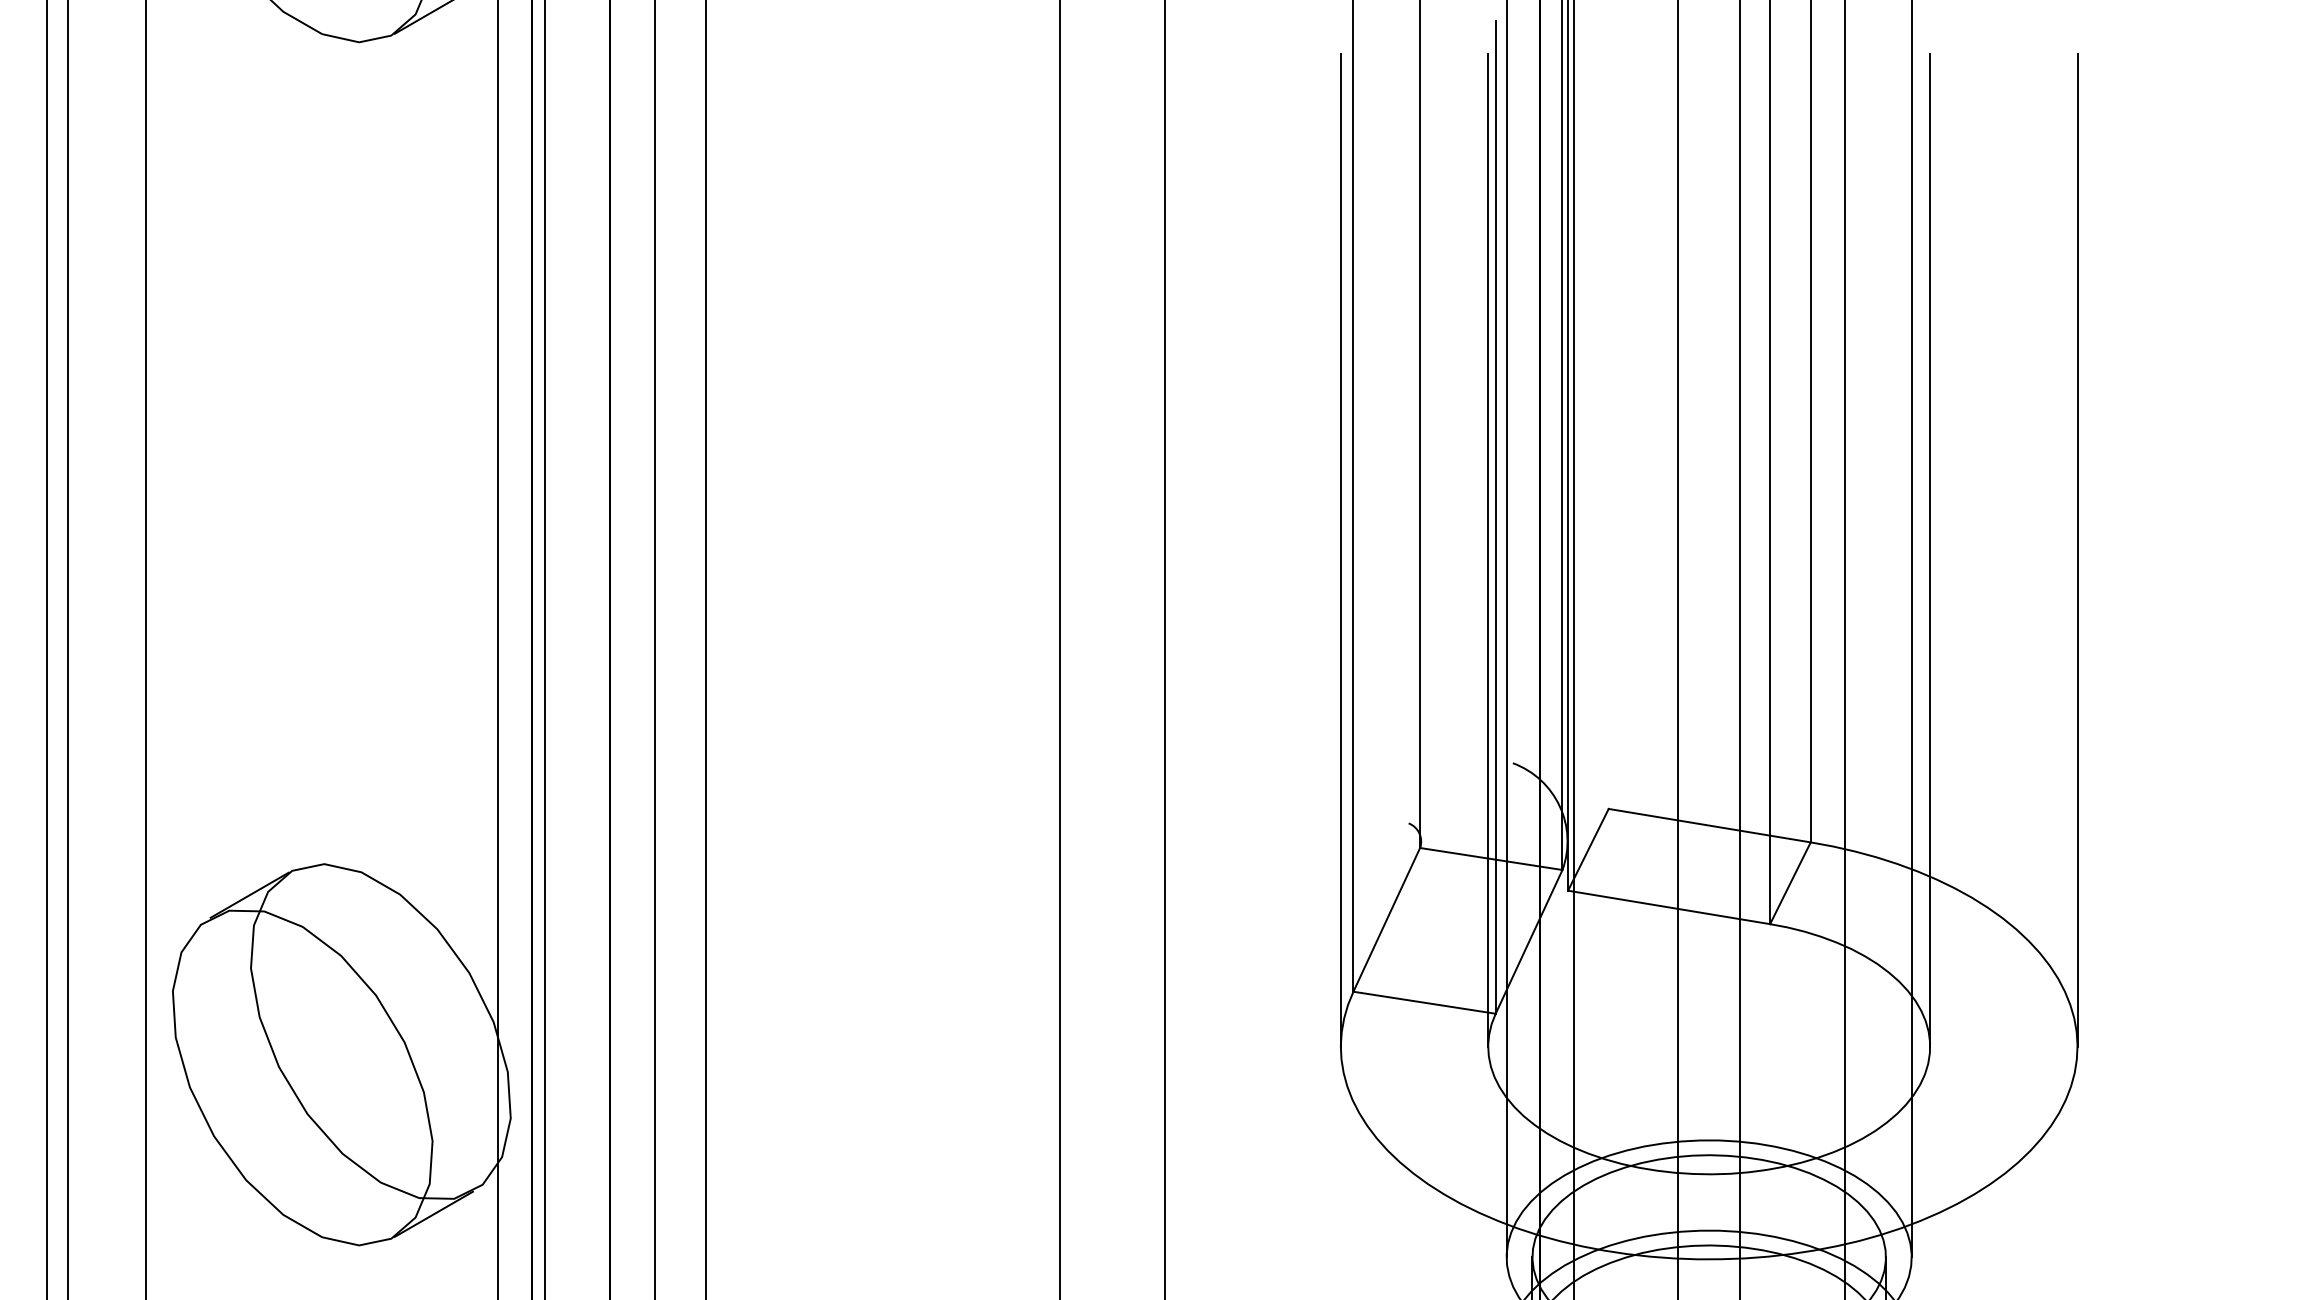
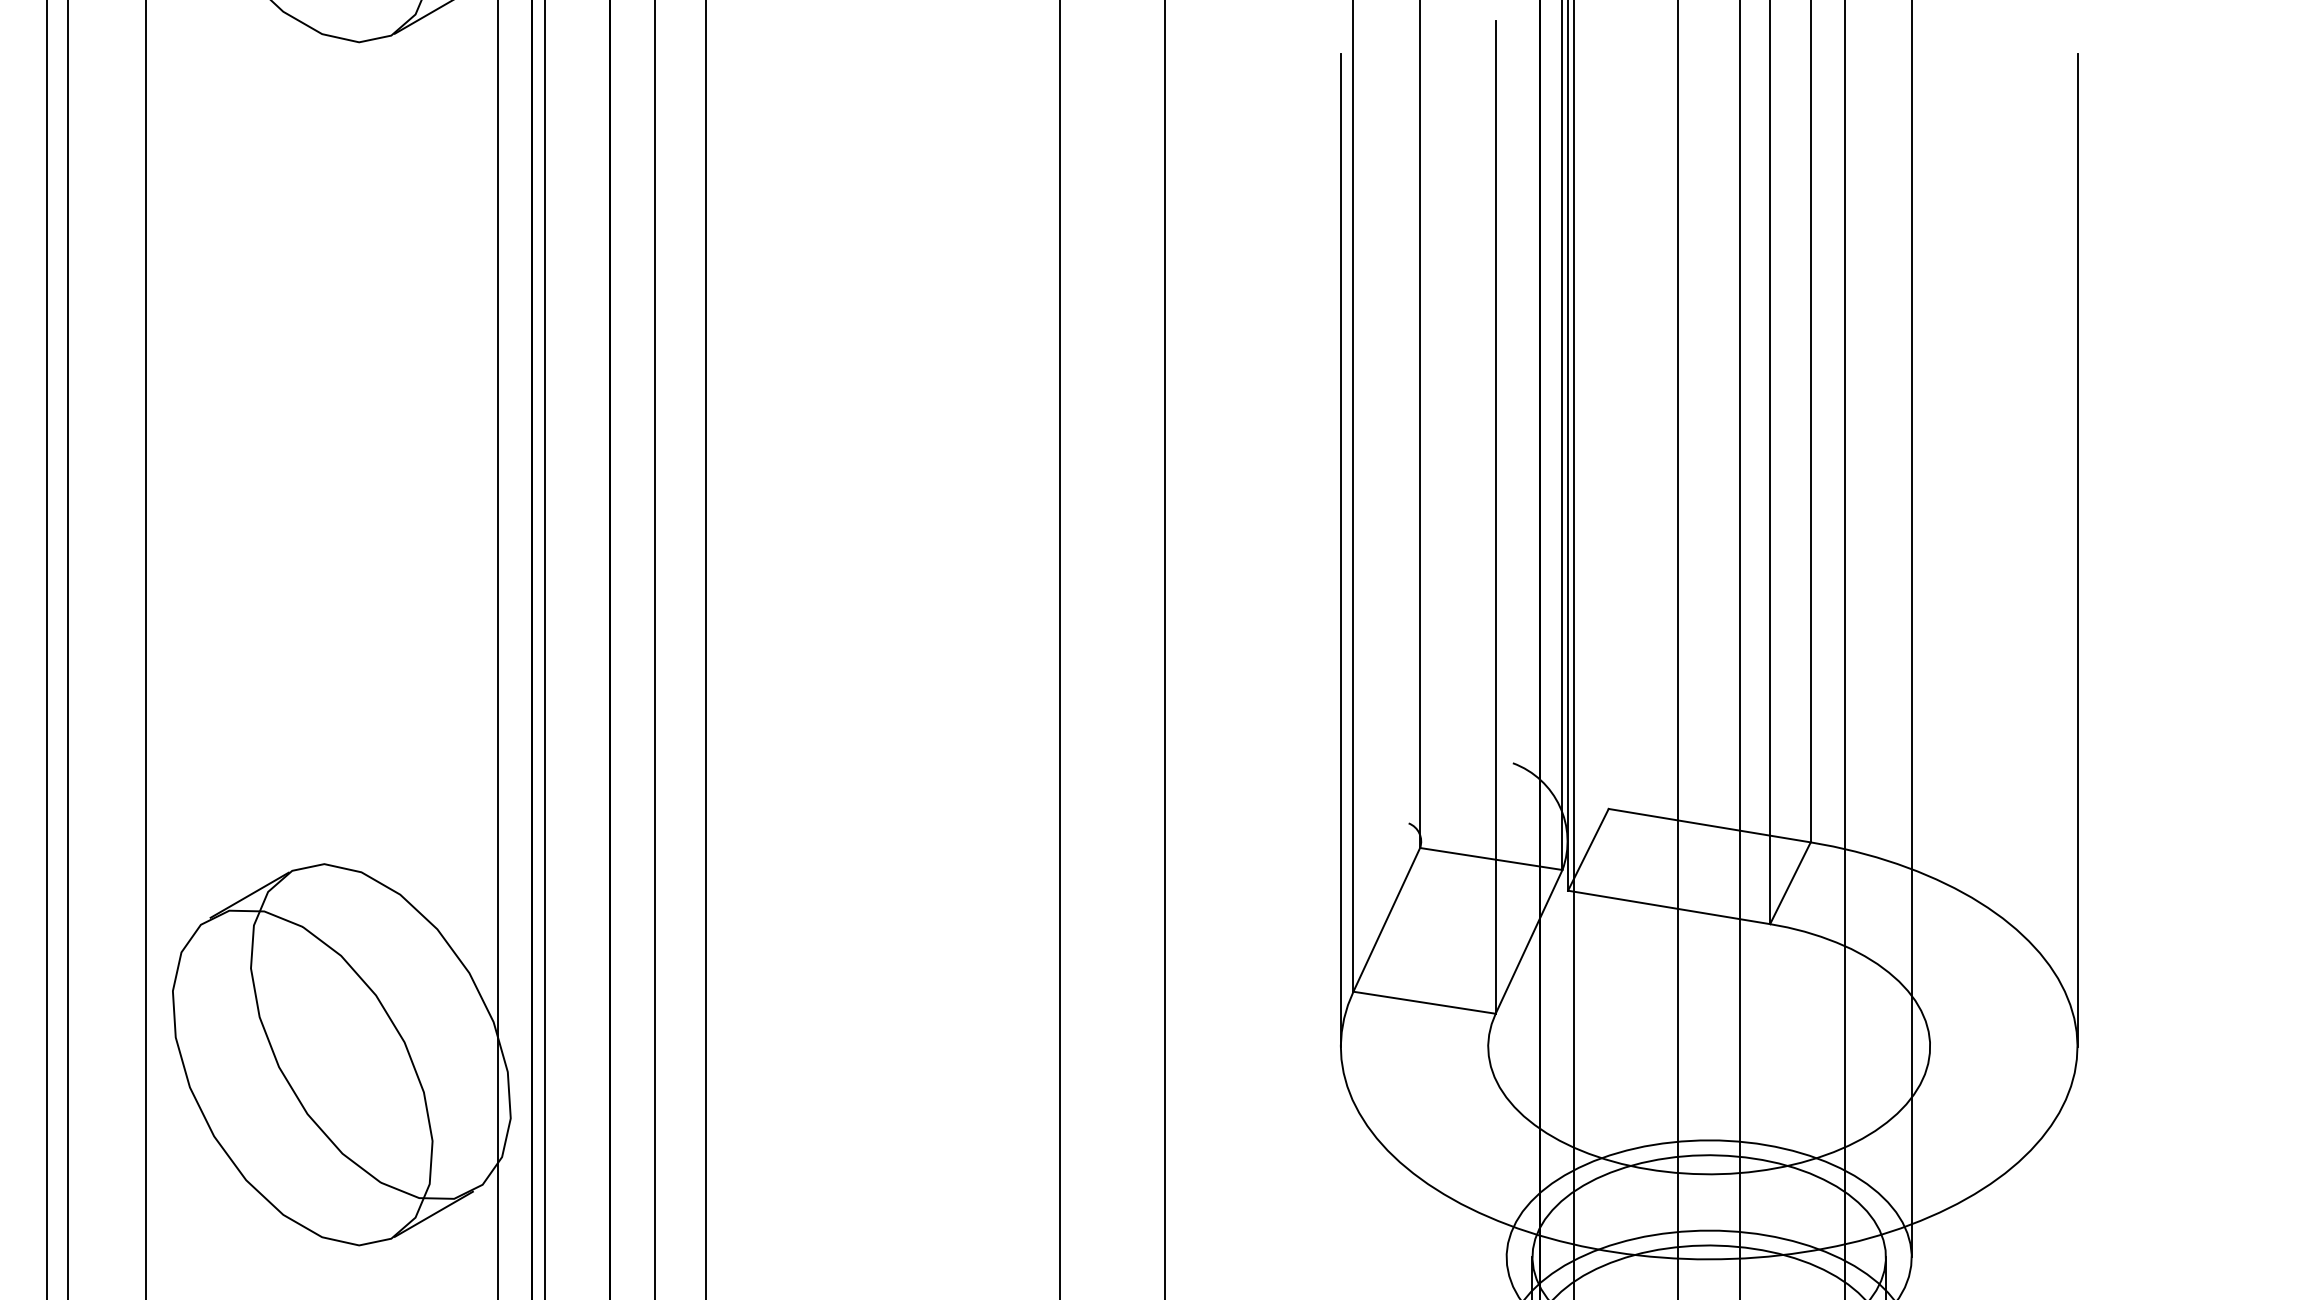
line at (1488, 550): present -> none
line at (1930, 550): present -> none
line at (1506, 629): present -> none
